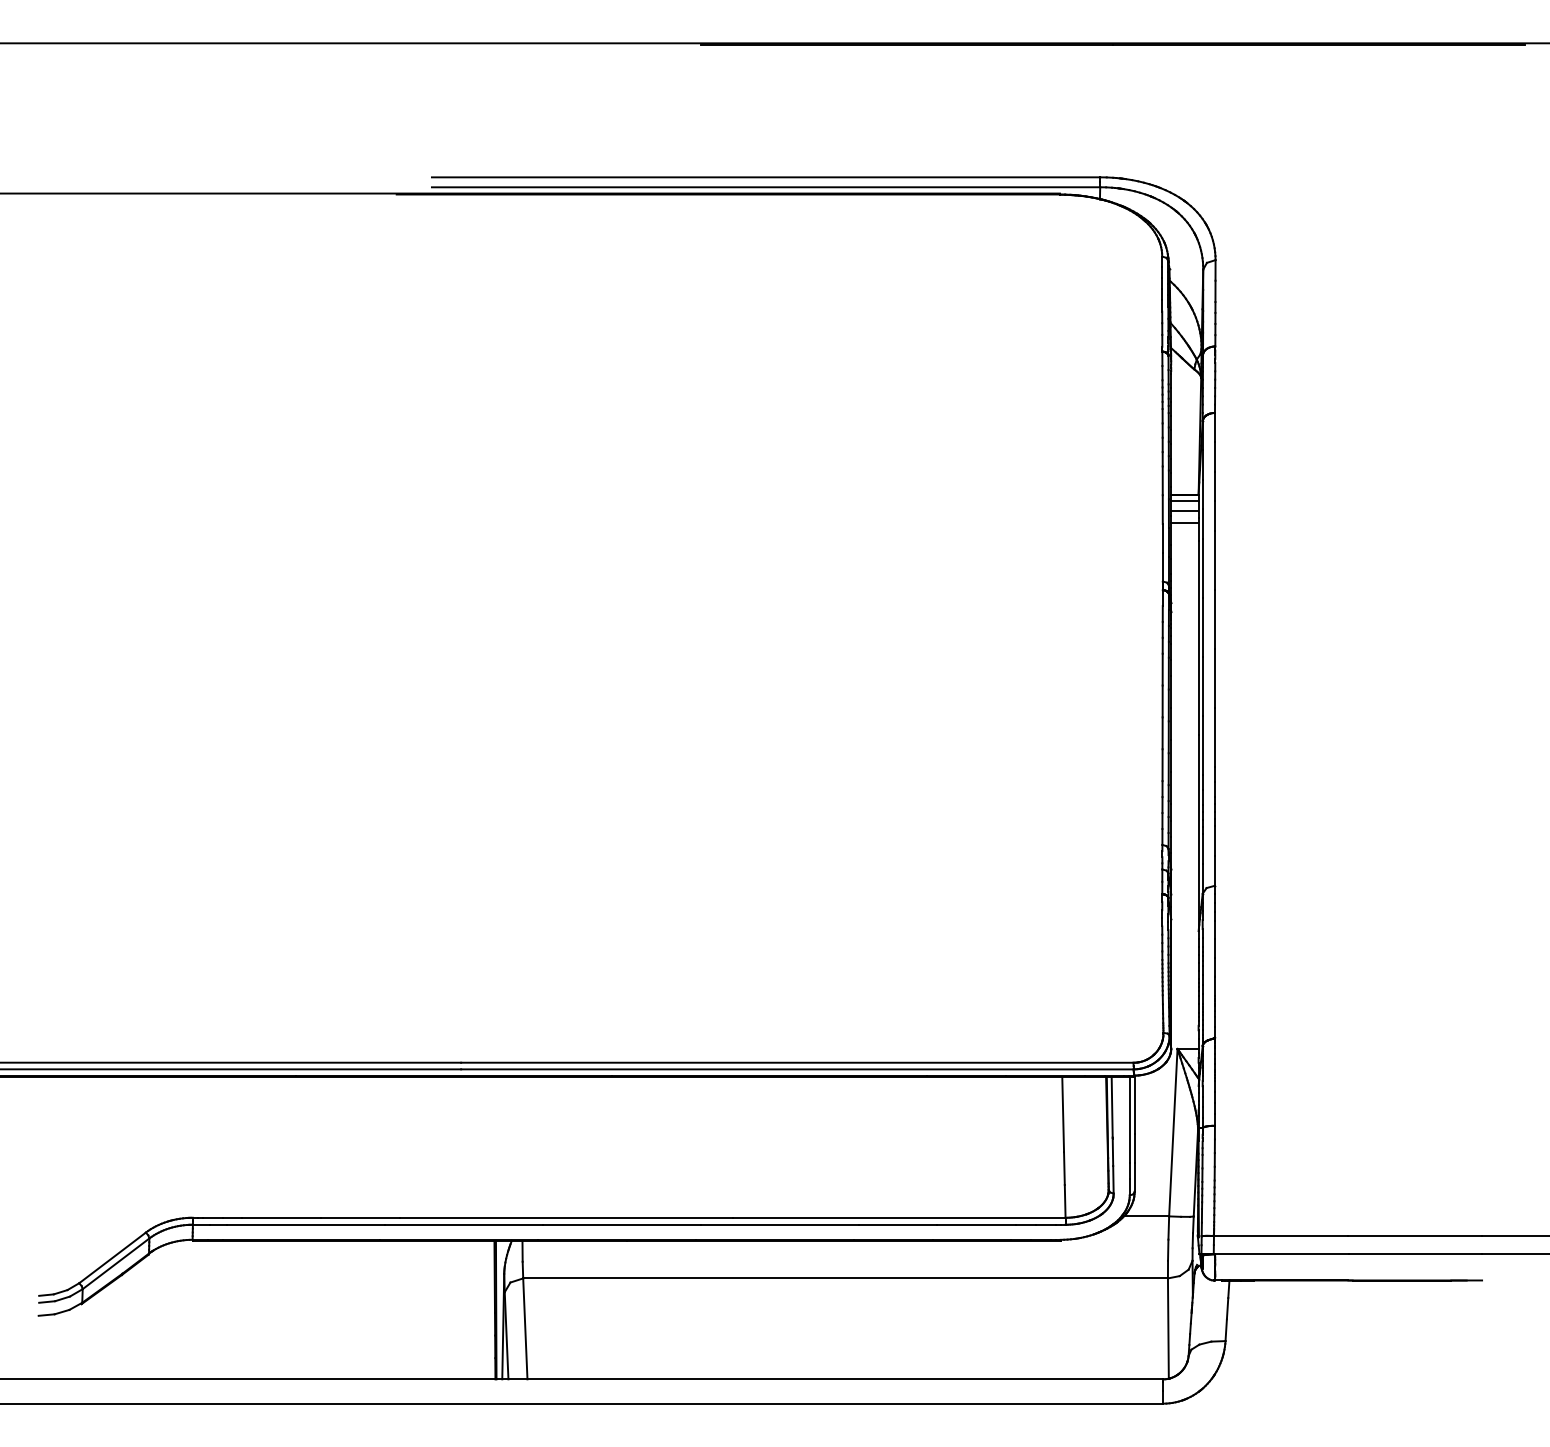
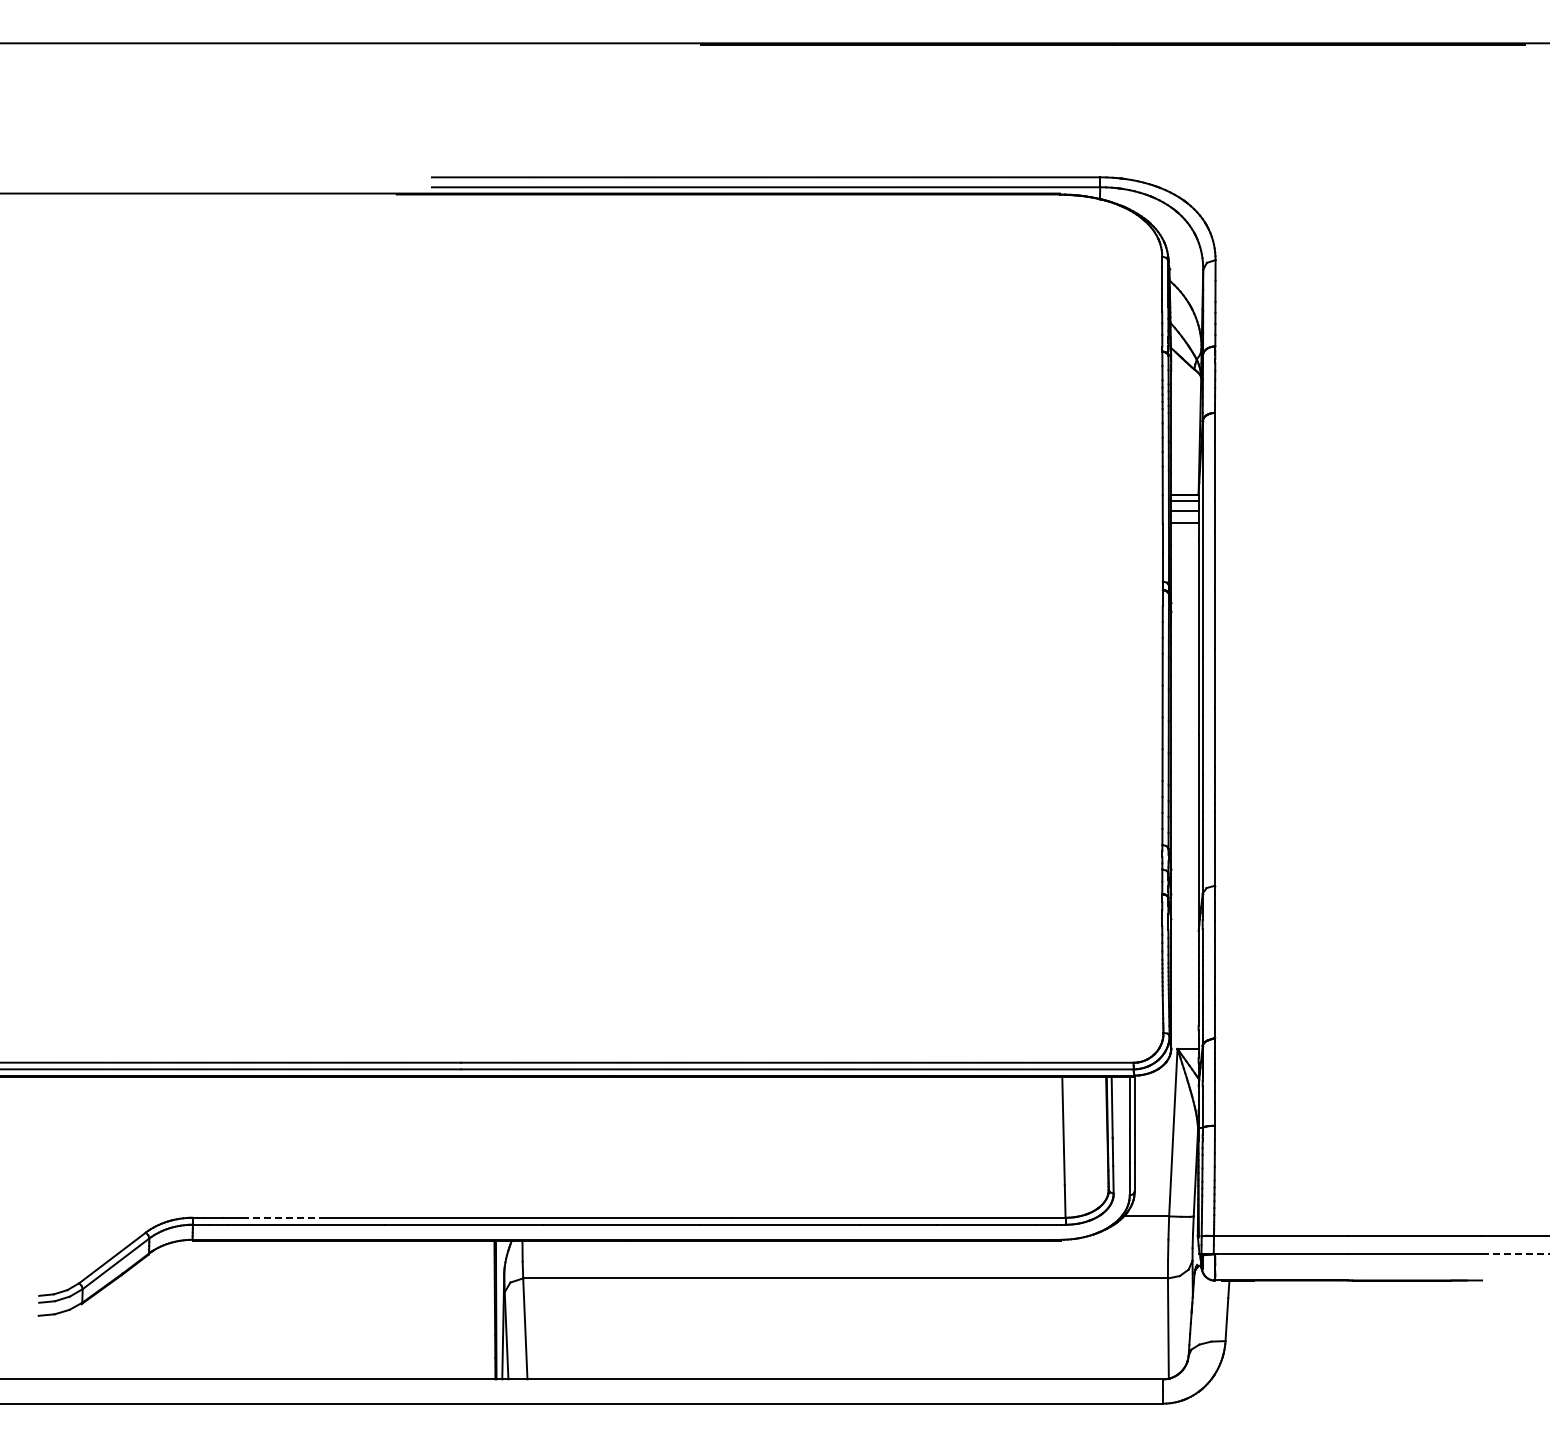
line at (282, 1217): solid -> dashed
line at (1516, 1254): solid -> dashed
